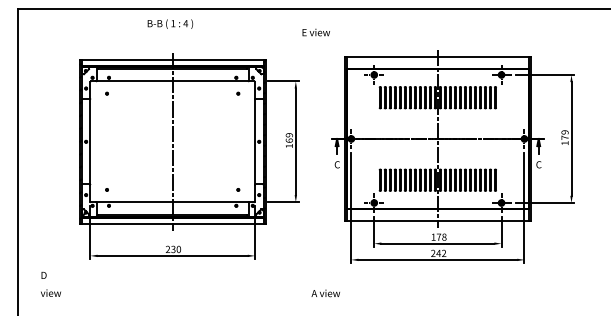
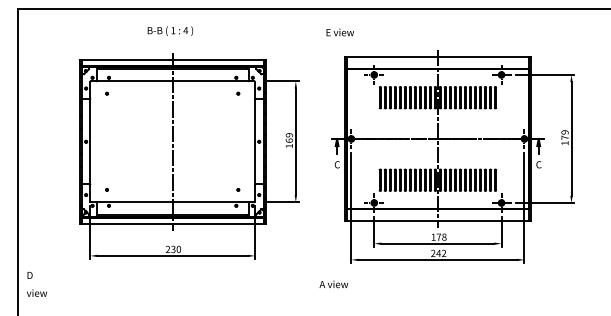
text at (170, 23) position: (170, 23) -> (170, 30)
text at (315, 32) position: (315, 32) -> (339, 32)
text at (50, 283) position: (50, 283) -> (36, 283)
text at (325, 293) position: (325, 293) -> (333, 284)
